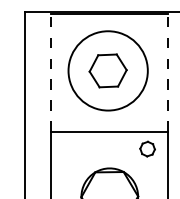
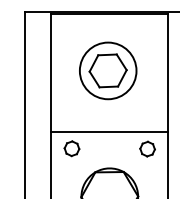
circle at (107, 70) diameter: 79 px -> 57 px
line at (51, 73): dashed -> solid
line at (168, 73): dashed -> solid
part at (71, 148): none -> present
